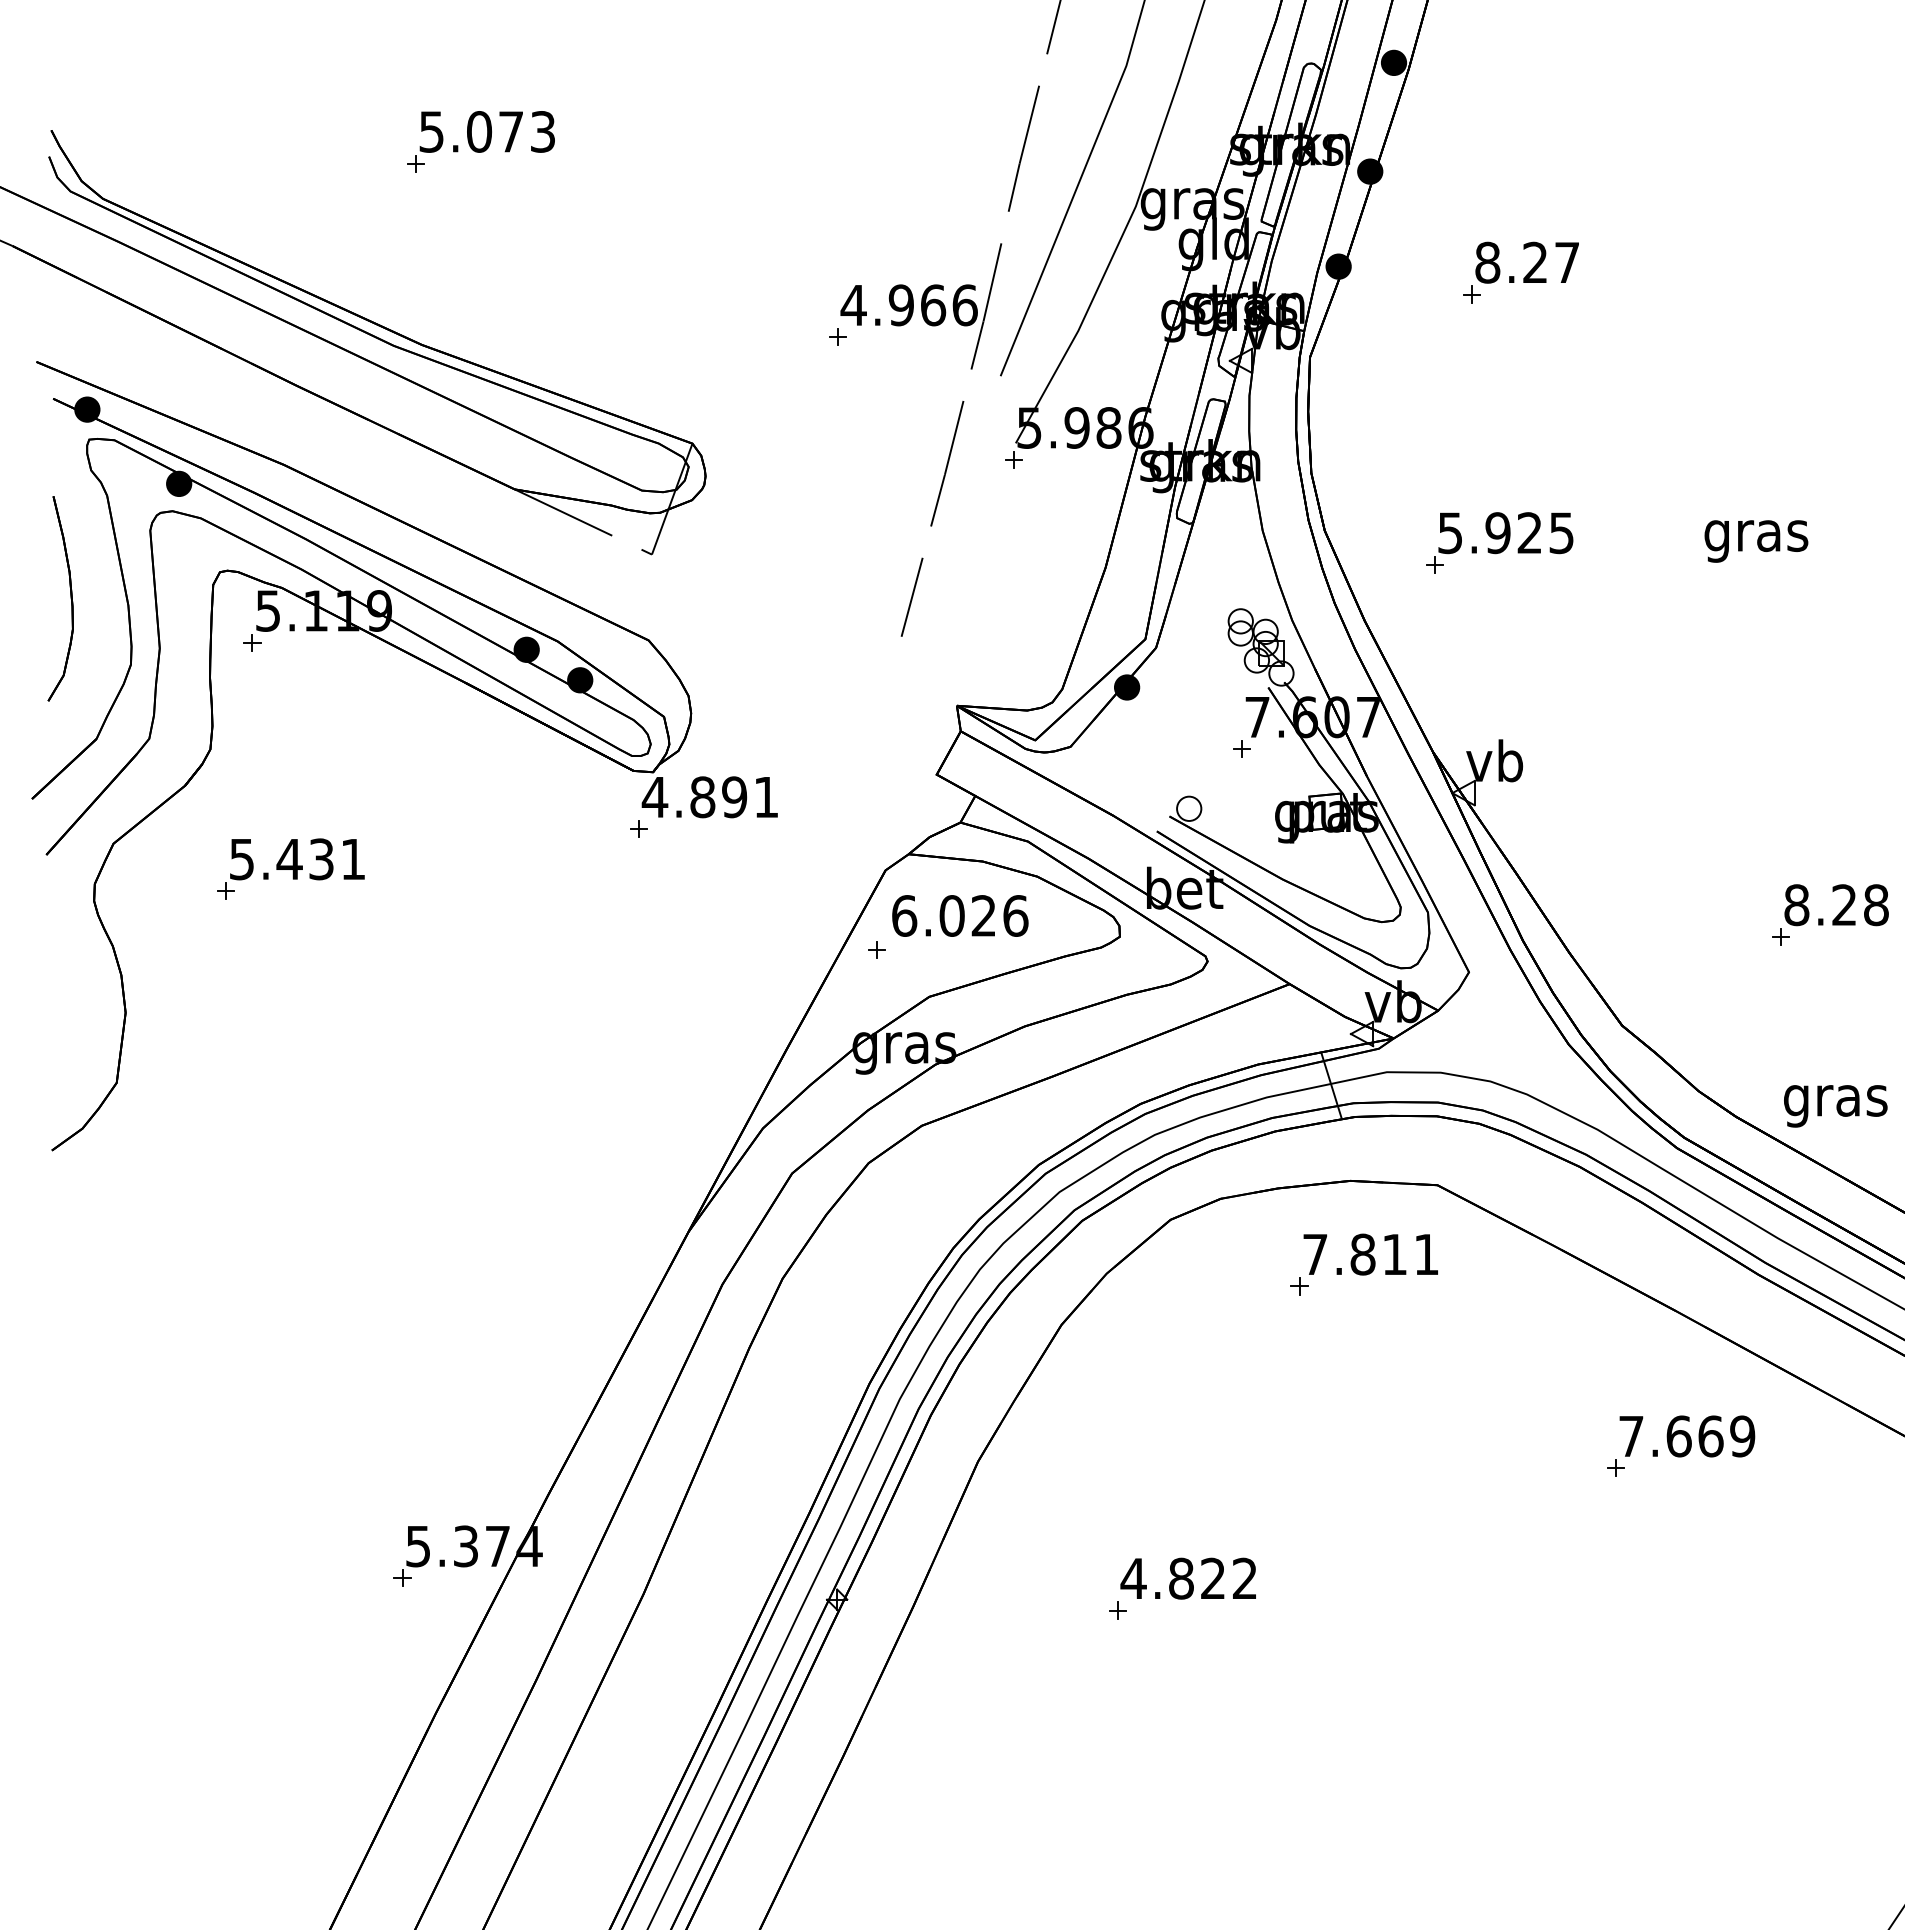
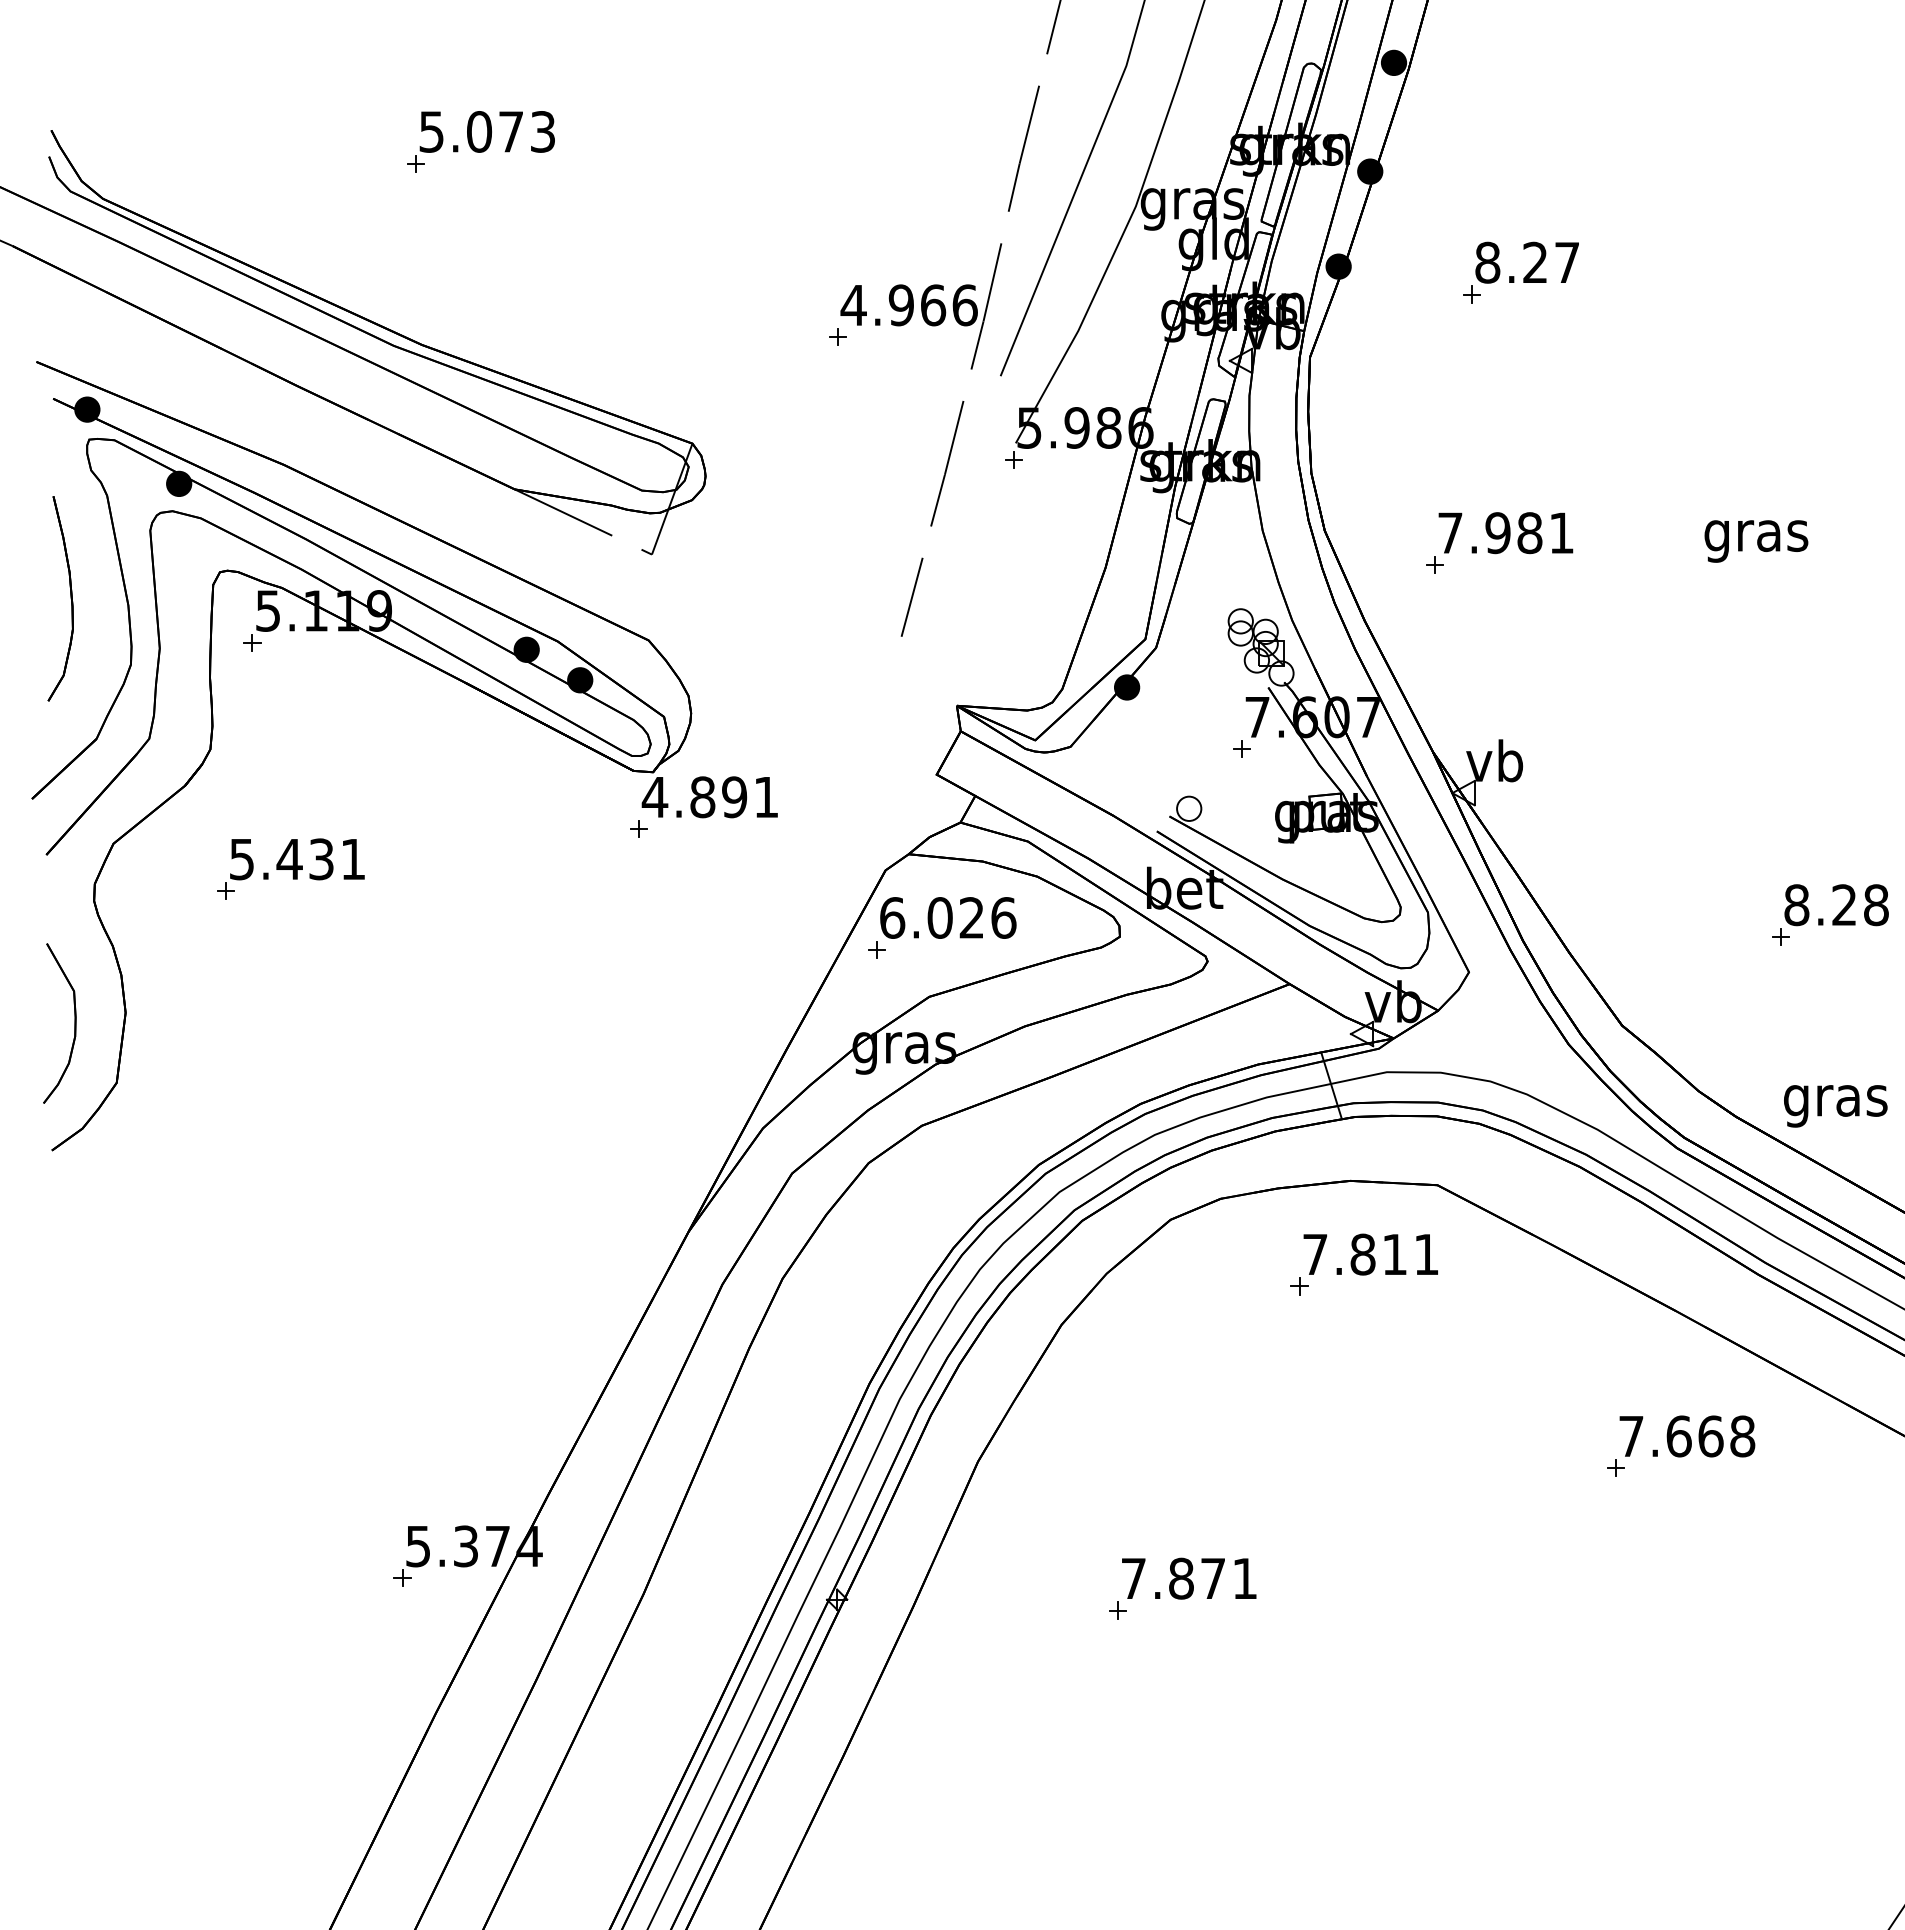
text at (1505, 533): 5.925 -> 7.981
text at (960, 915) position: (960, 915) -> (948, 917)
part at (74, 1023): none -> present
text at (1742, 1436): 7.669 -> 7.668
text at (1188, 1577): 4.822 -> 7.871
